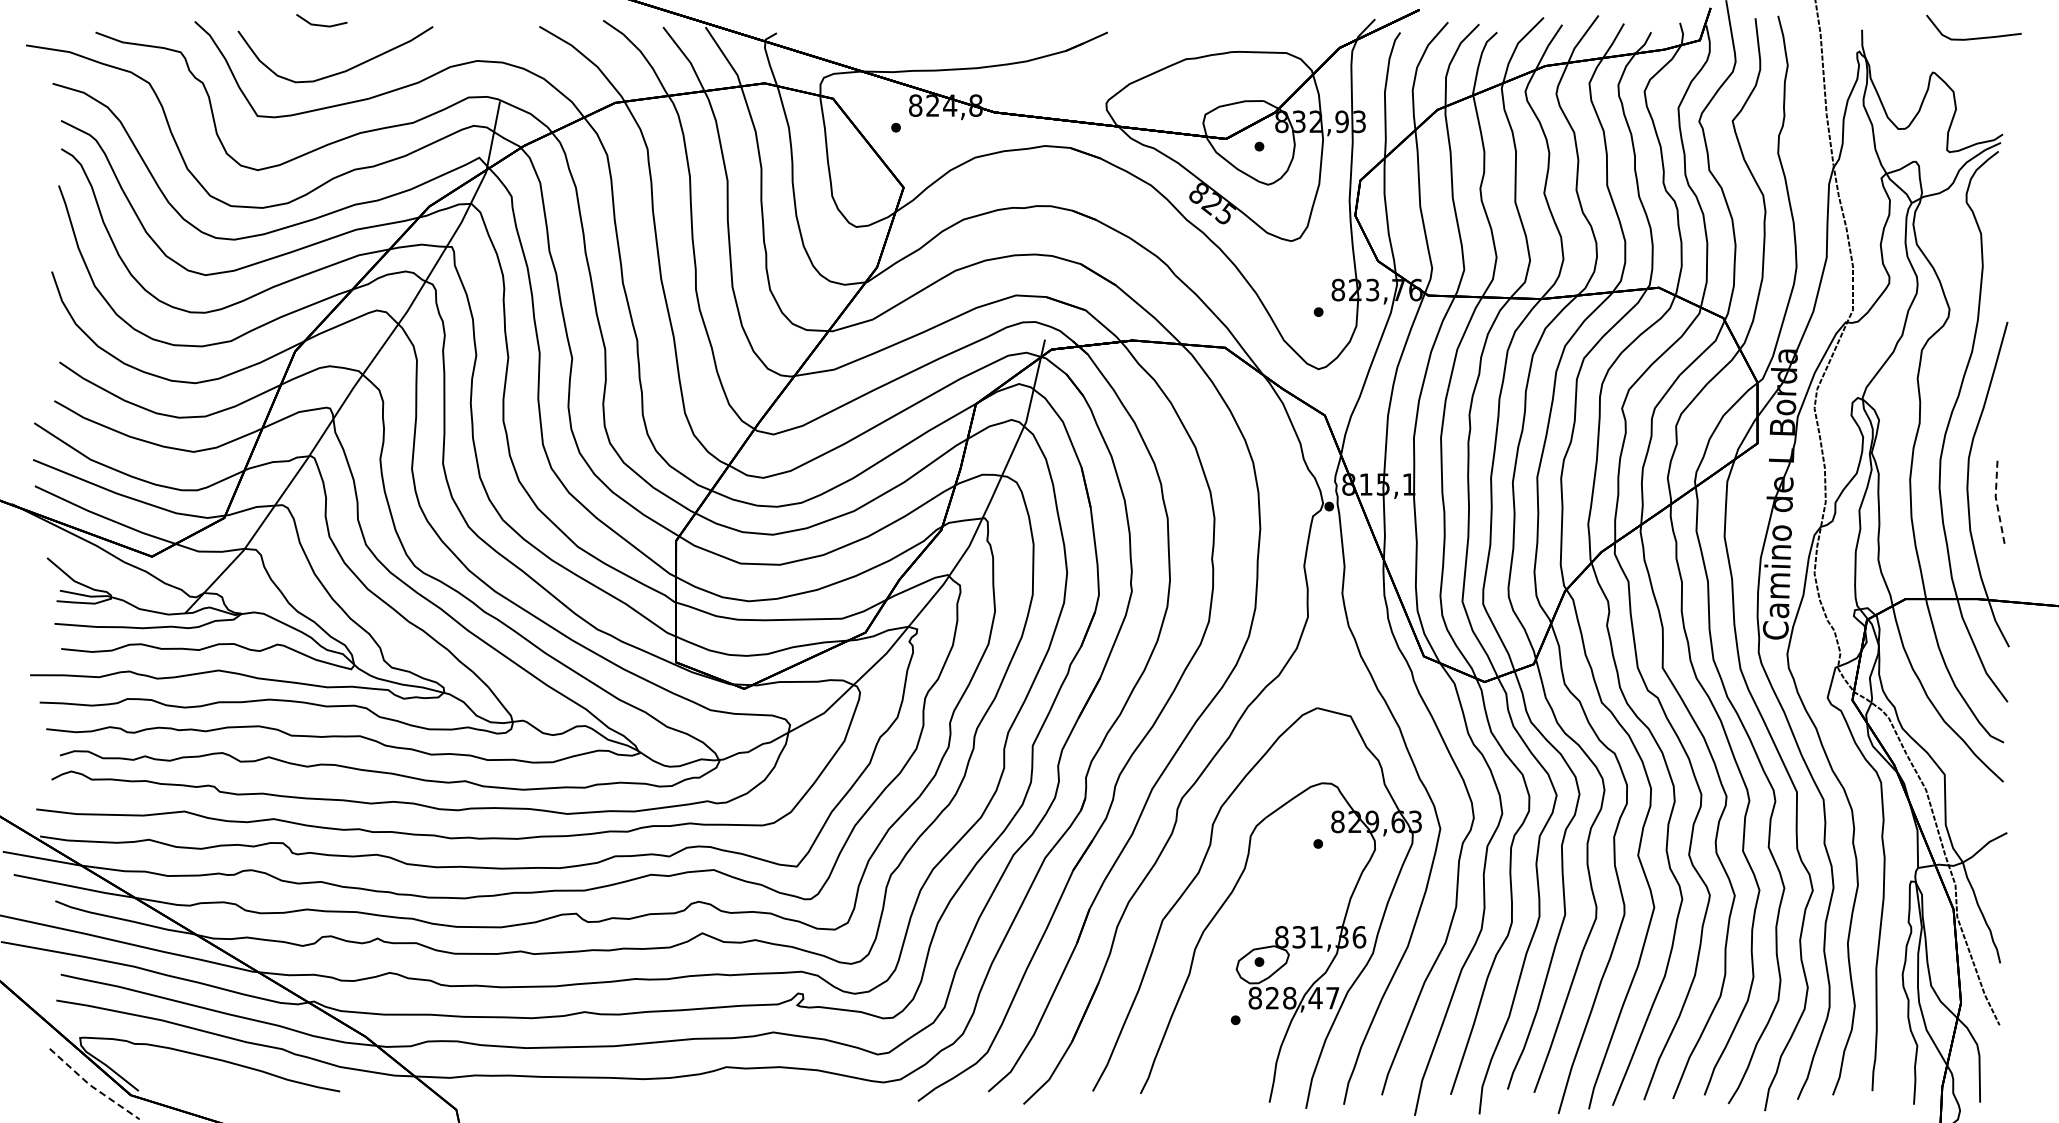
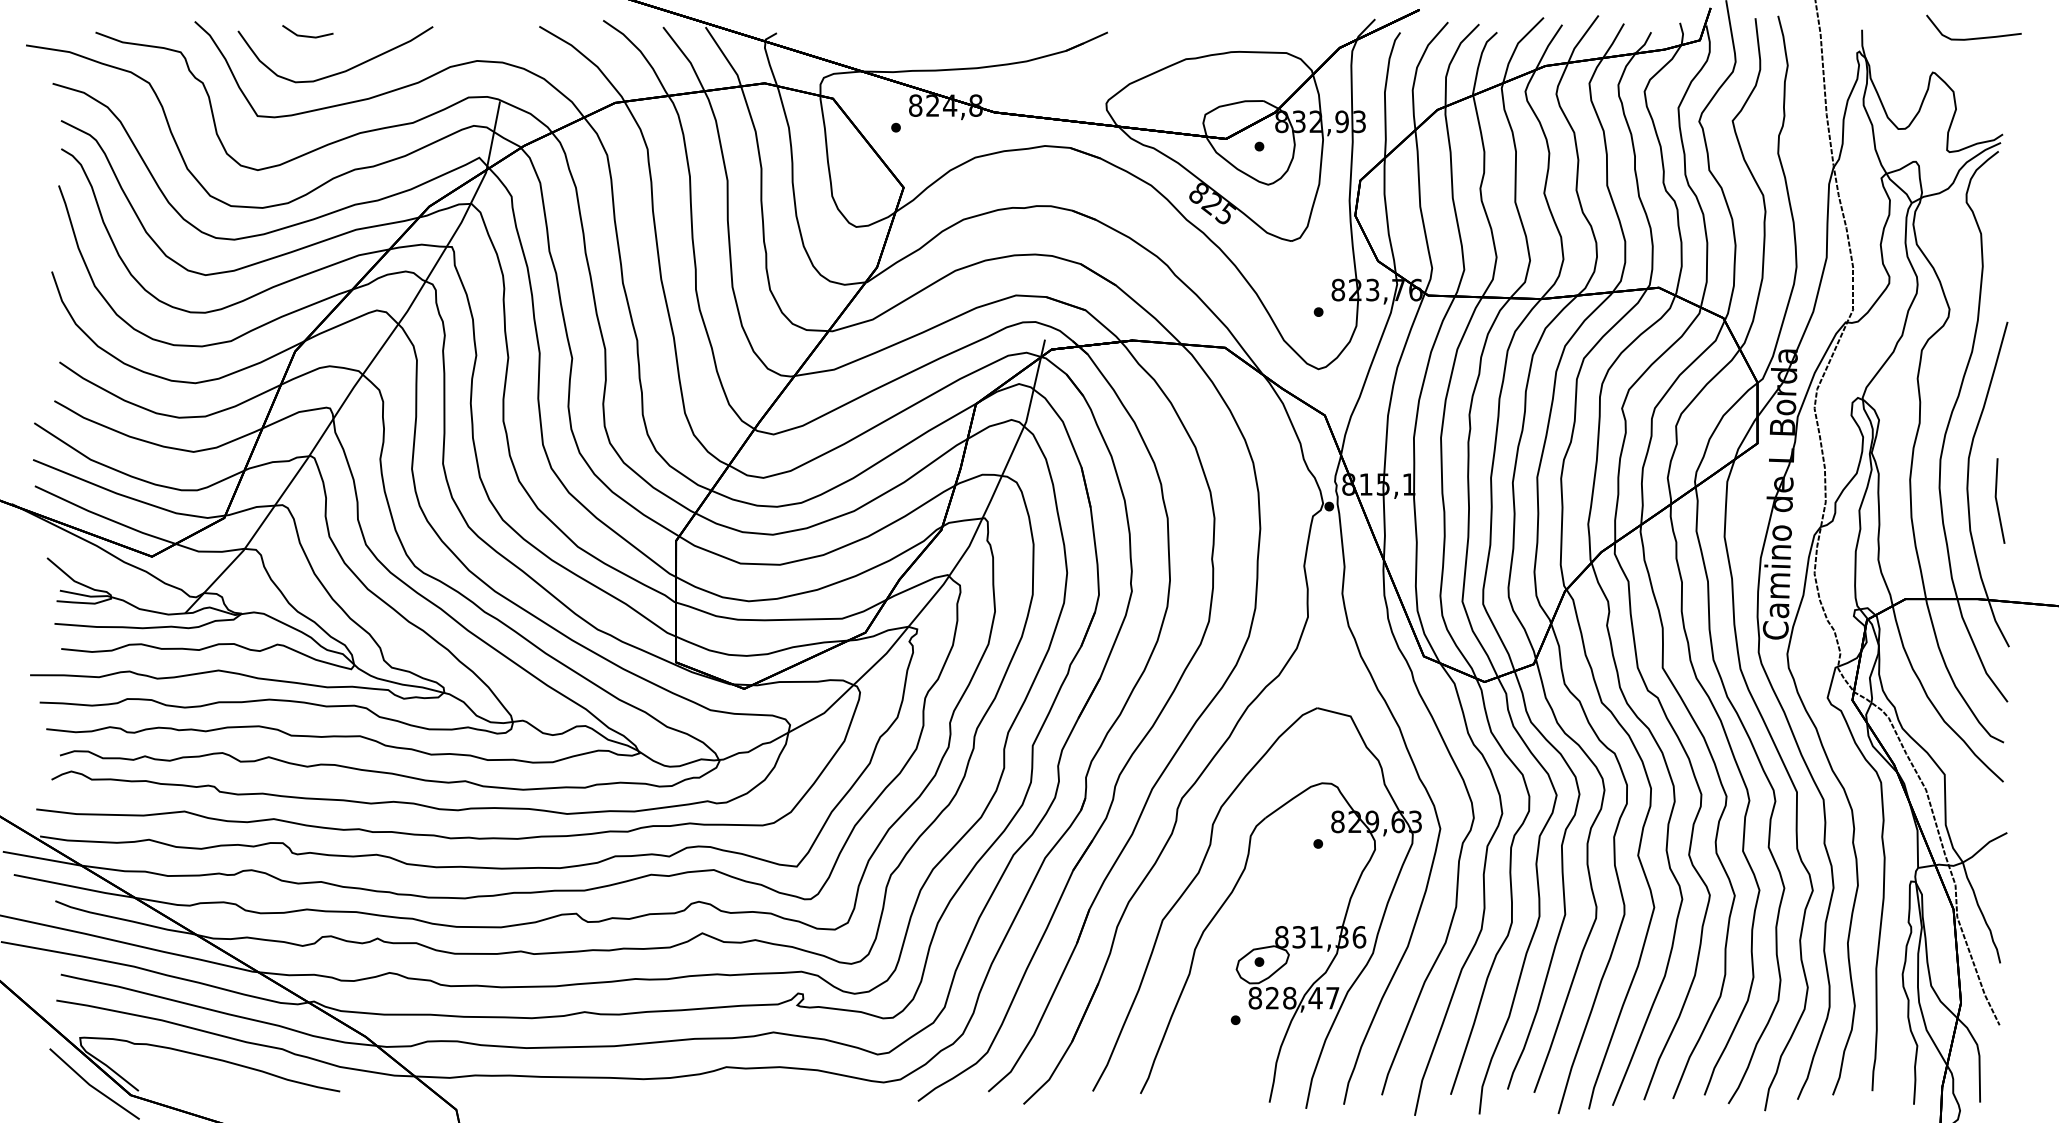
line at (321, 24) position: (321, 24) -> (307, 35)
line at (1996, 500): dashed -> solid
line at (92, 1086): dashed -> solid
